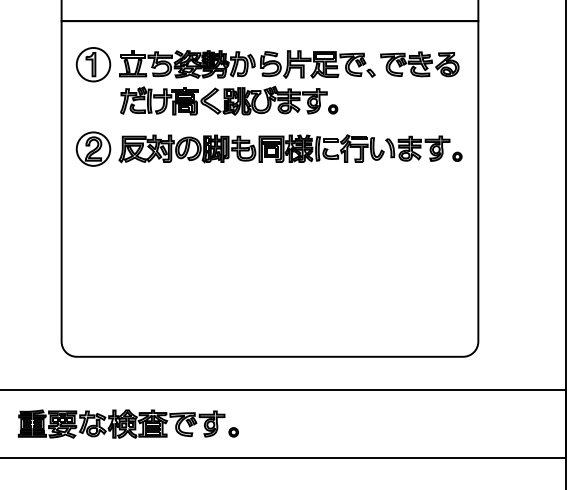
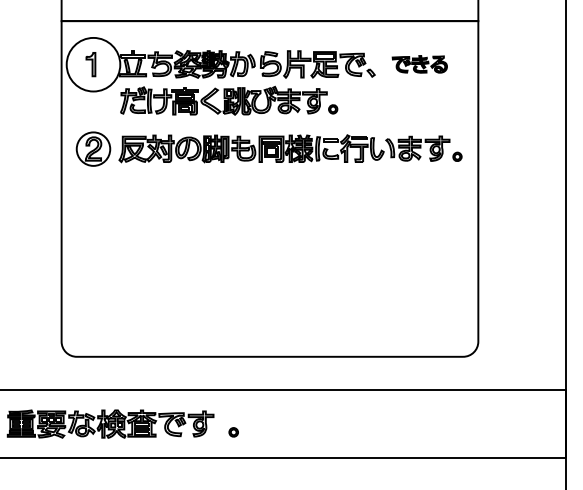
circle at (93, 64) diameter: 33 px -> 54 px
part at (419, 64) size: 80x27 px -> 57x19 px
part at (121, 423) position: (121, 423) -> (110, 423)
